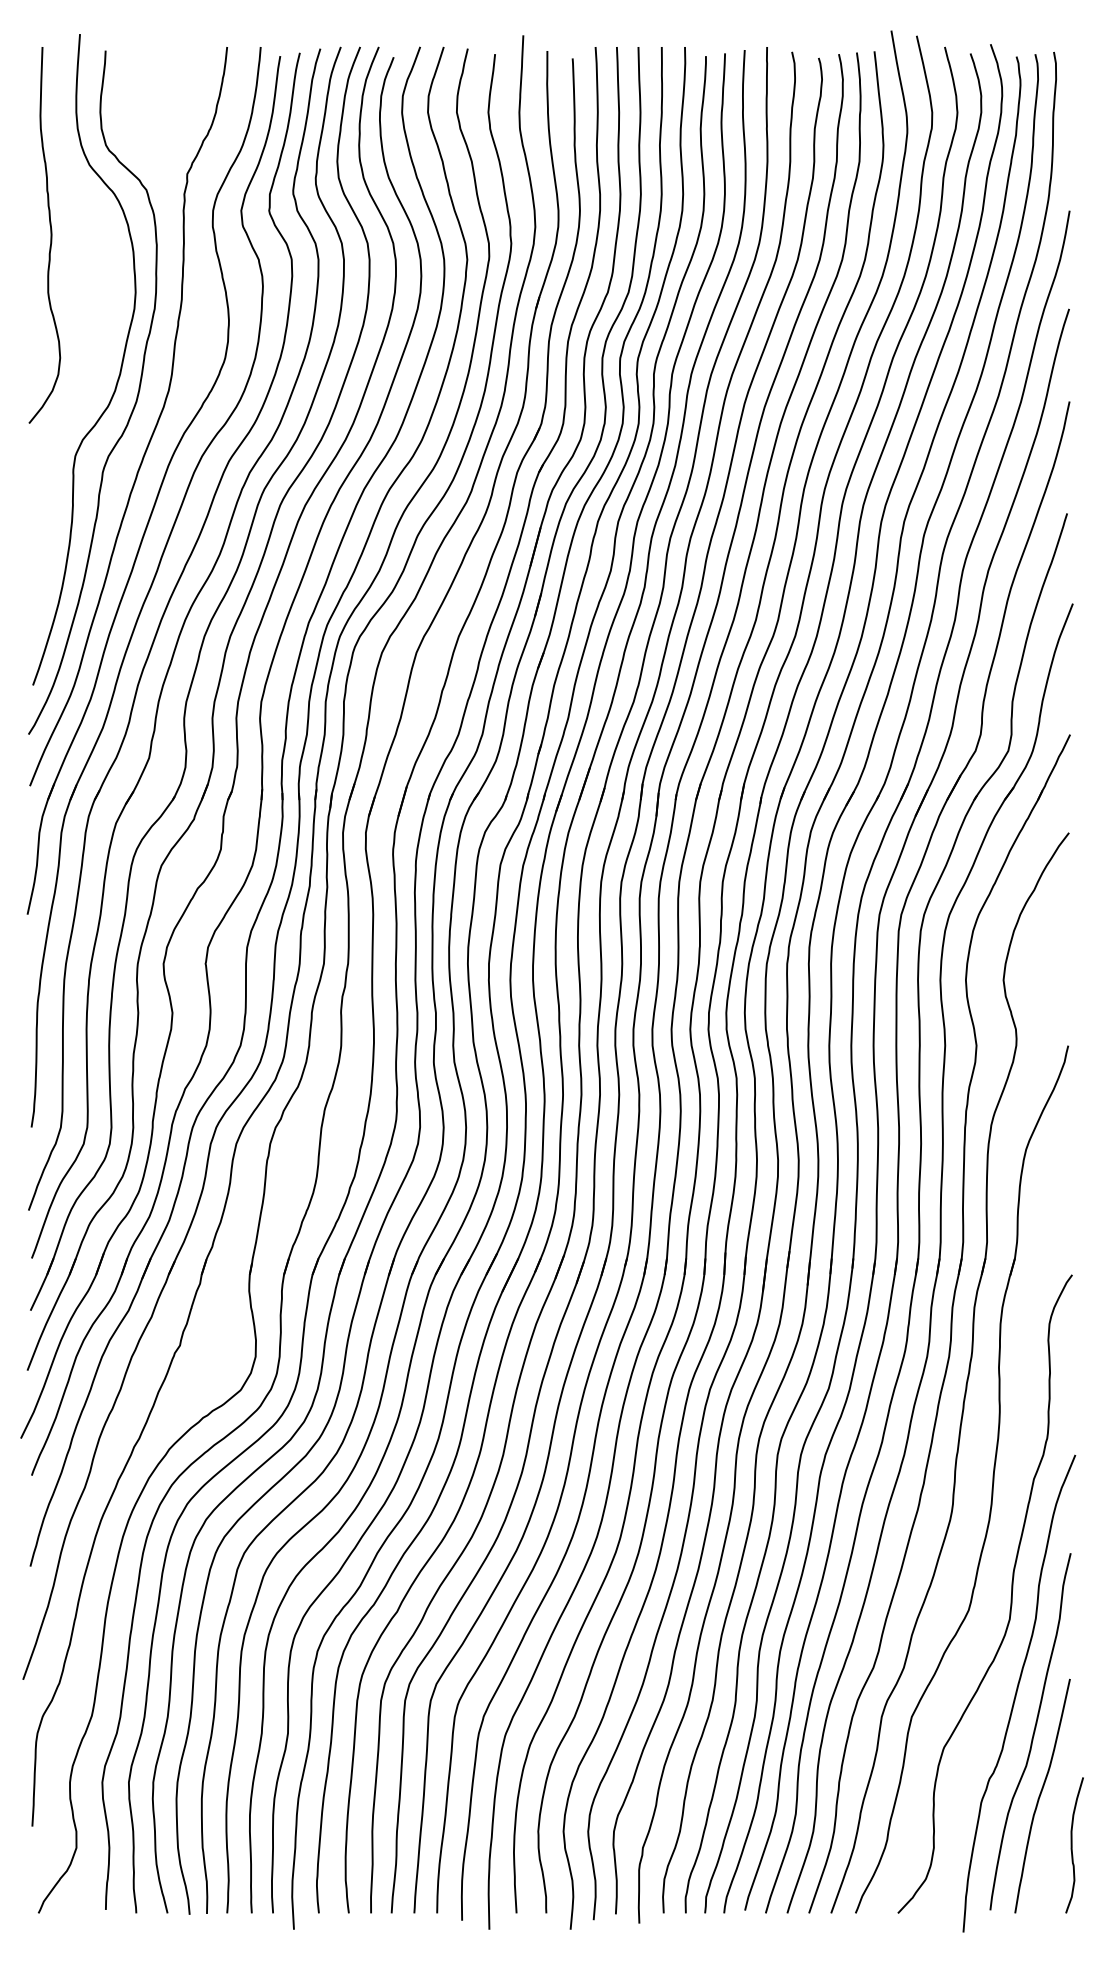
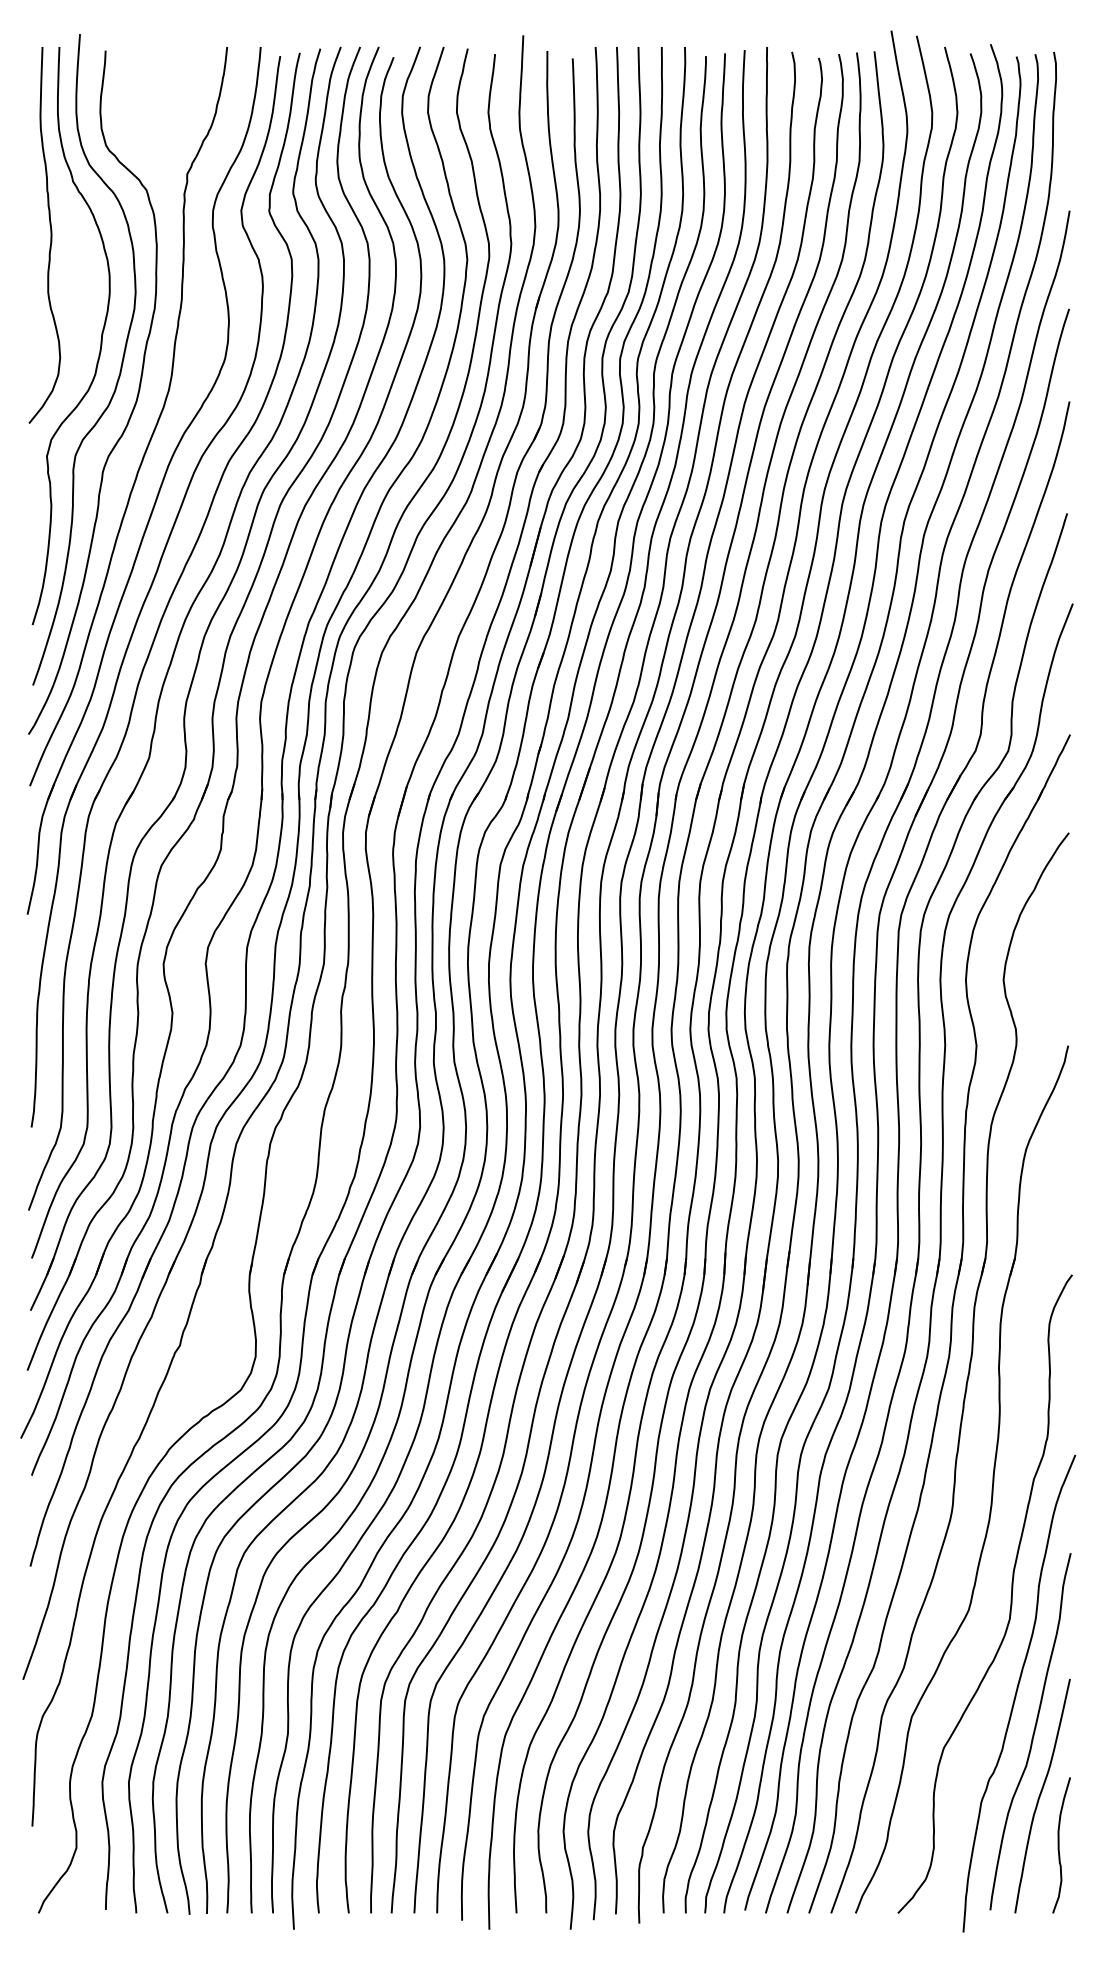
curve at (100, 339): none -> present
curve at (1072, 1845) position: (1072, 1845) -> (1059, 1845)
